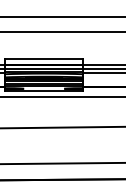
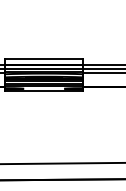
line at (62, 17): present -> none
line at (62, 31): present -> none
line at (62, 96): present -> none
line at (62, 127): present -> none
